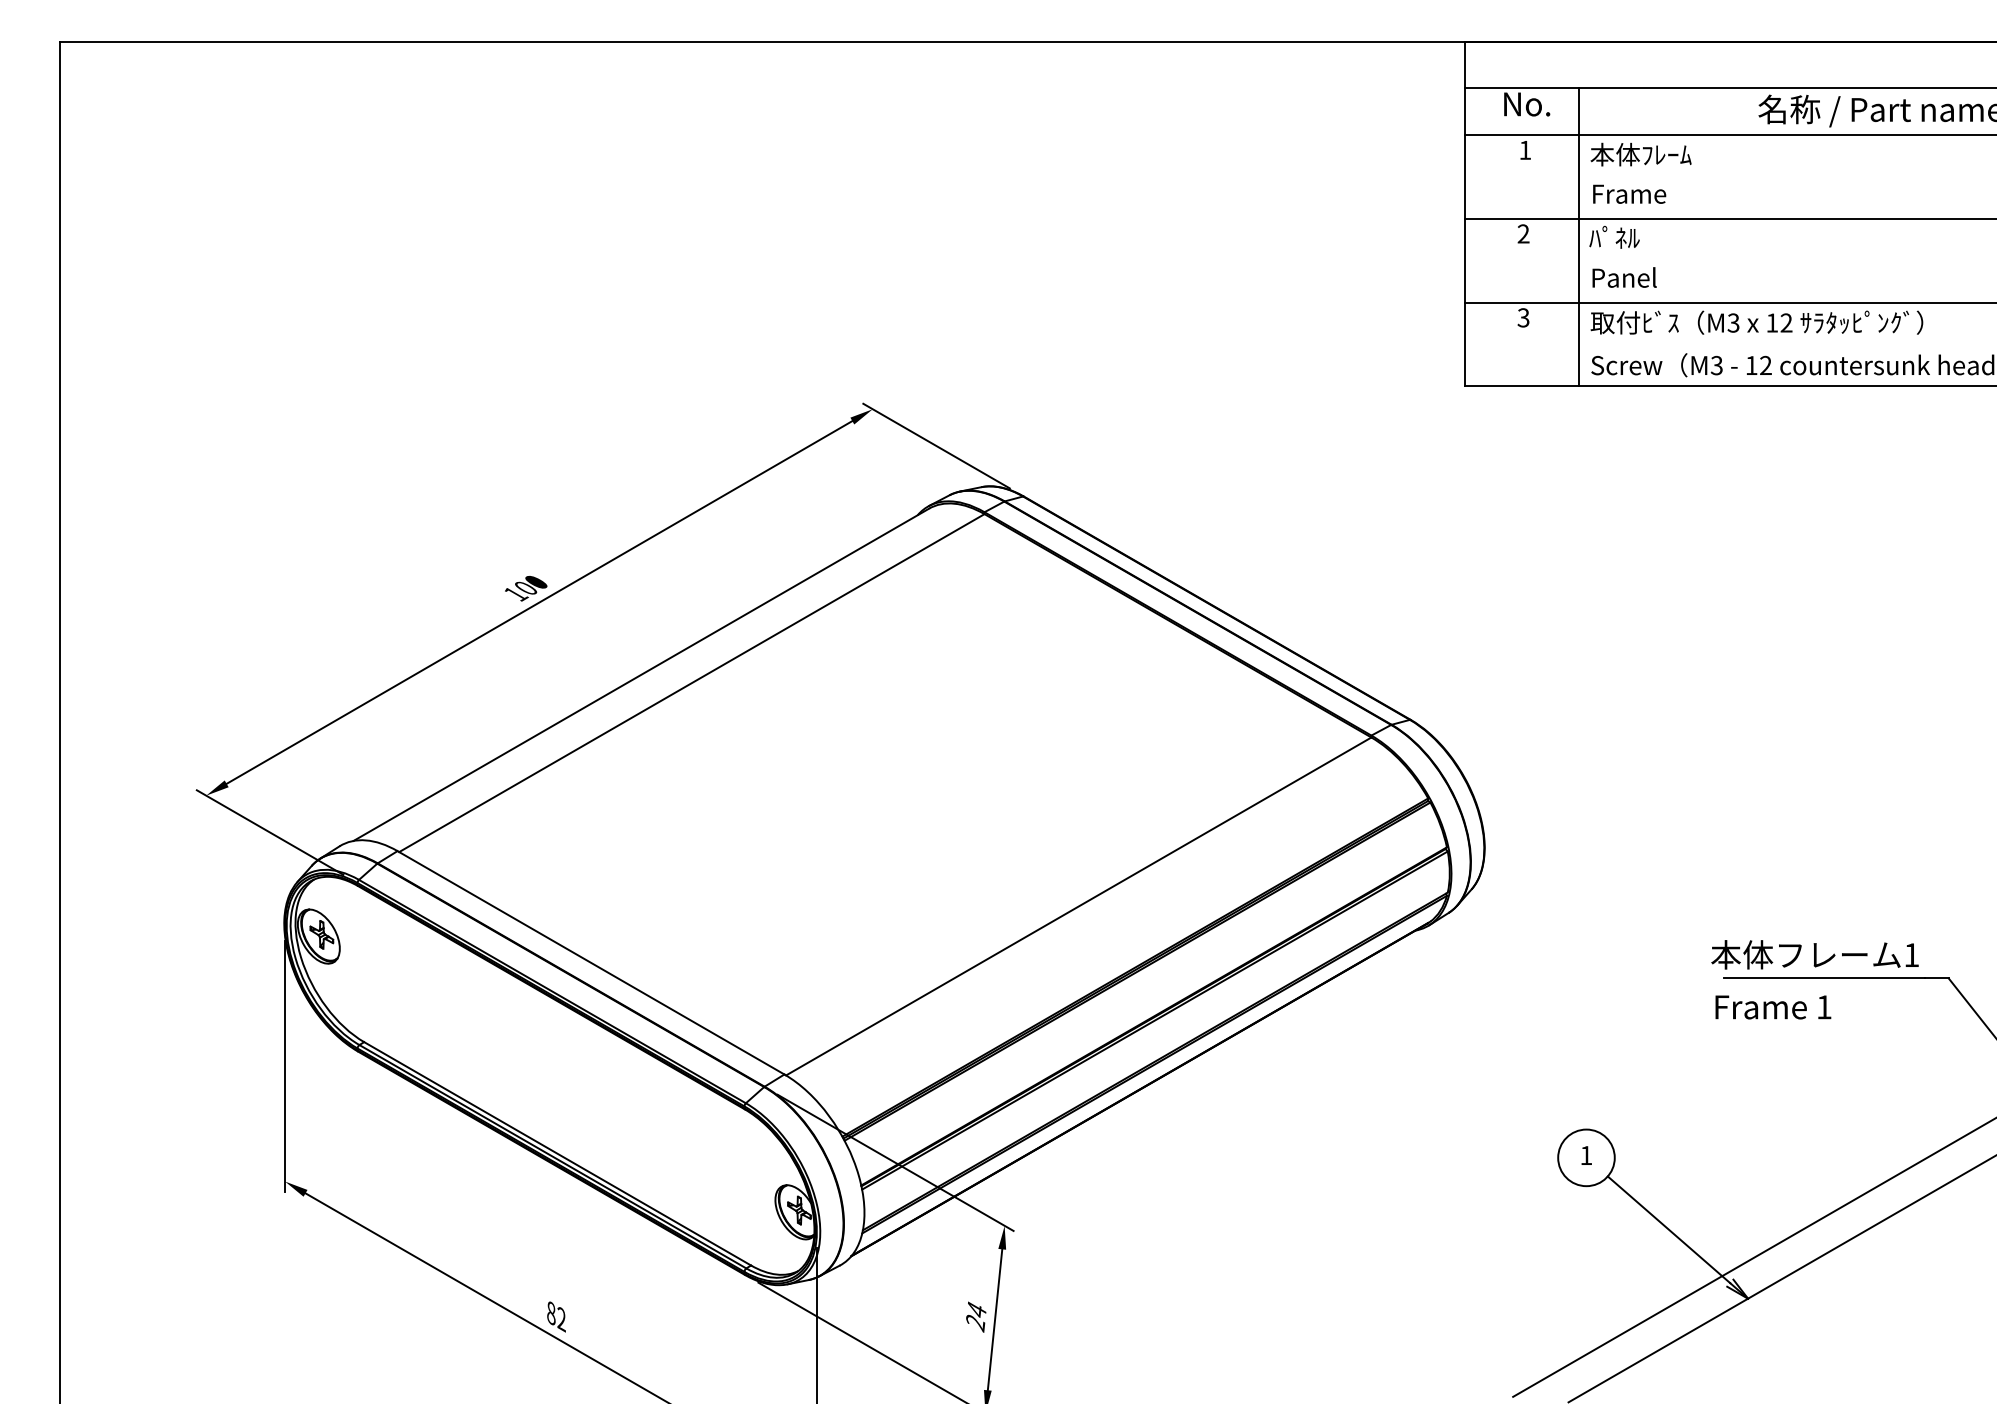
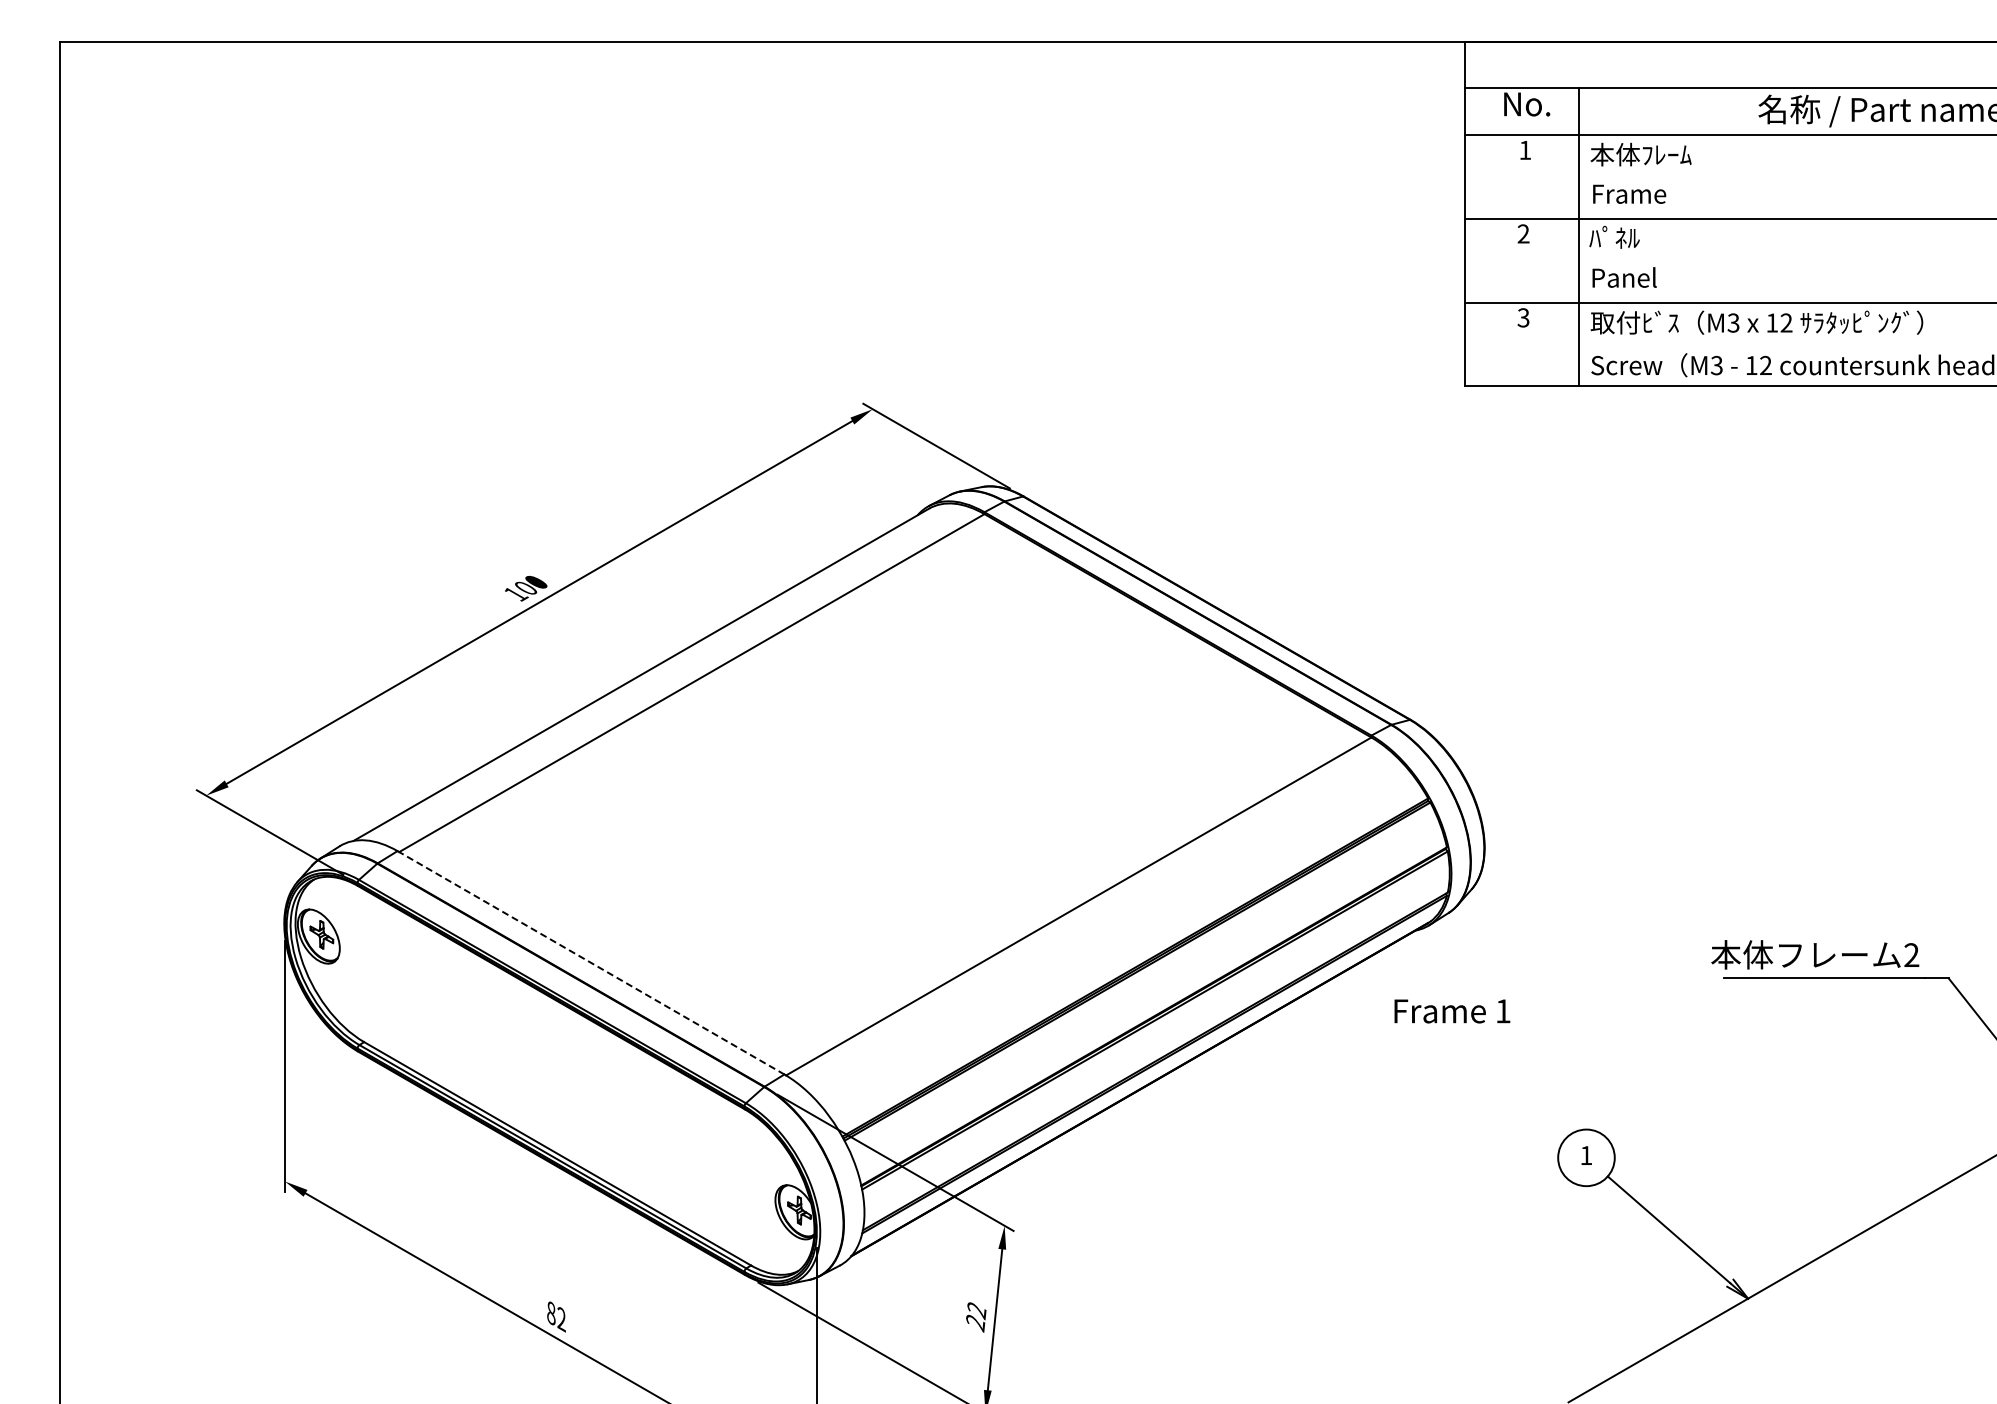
text at (1911, 954): 1 -> 2
line at (591, 963): solid -> dashed
text at (1773, 1007) position: (1773, 1007) -> (1452, 1011)
line at (1753, 1257): present -> none
text at (976, 1310): 24 -> 22
